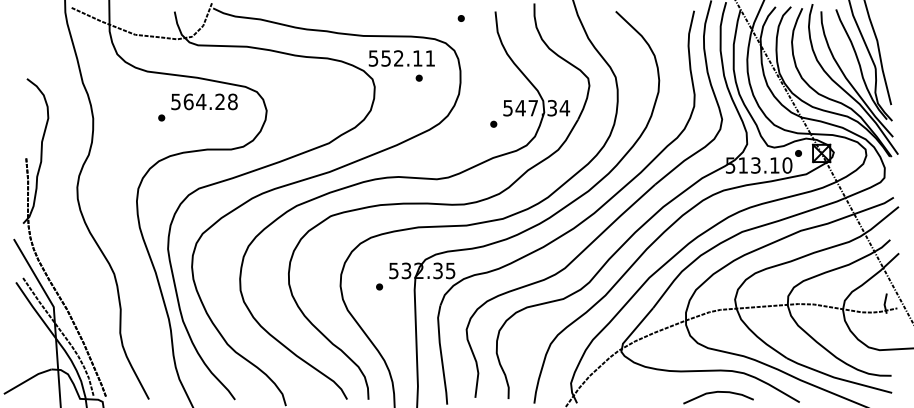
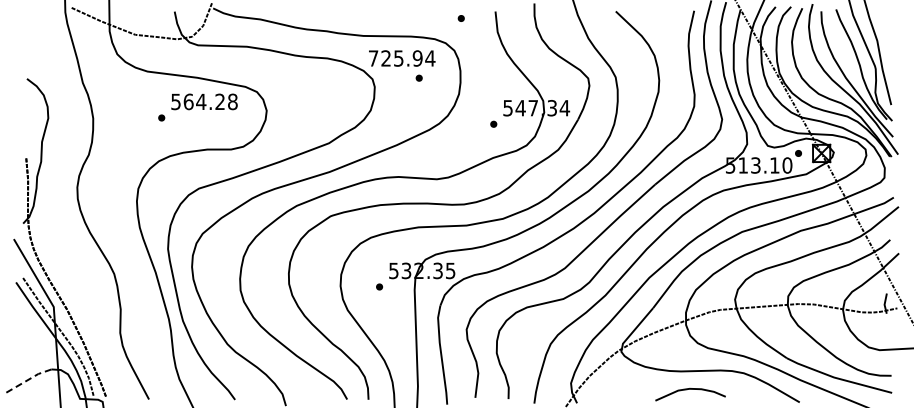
text at (401, 58): 552.11 -> 725.94
line at (27, 380): solid -> dashed
curve at (718, 392) position: (718, 392) -> (690, 389)
